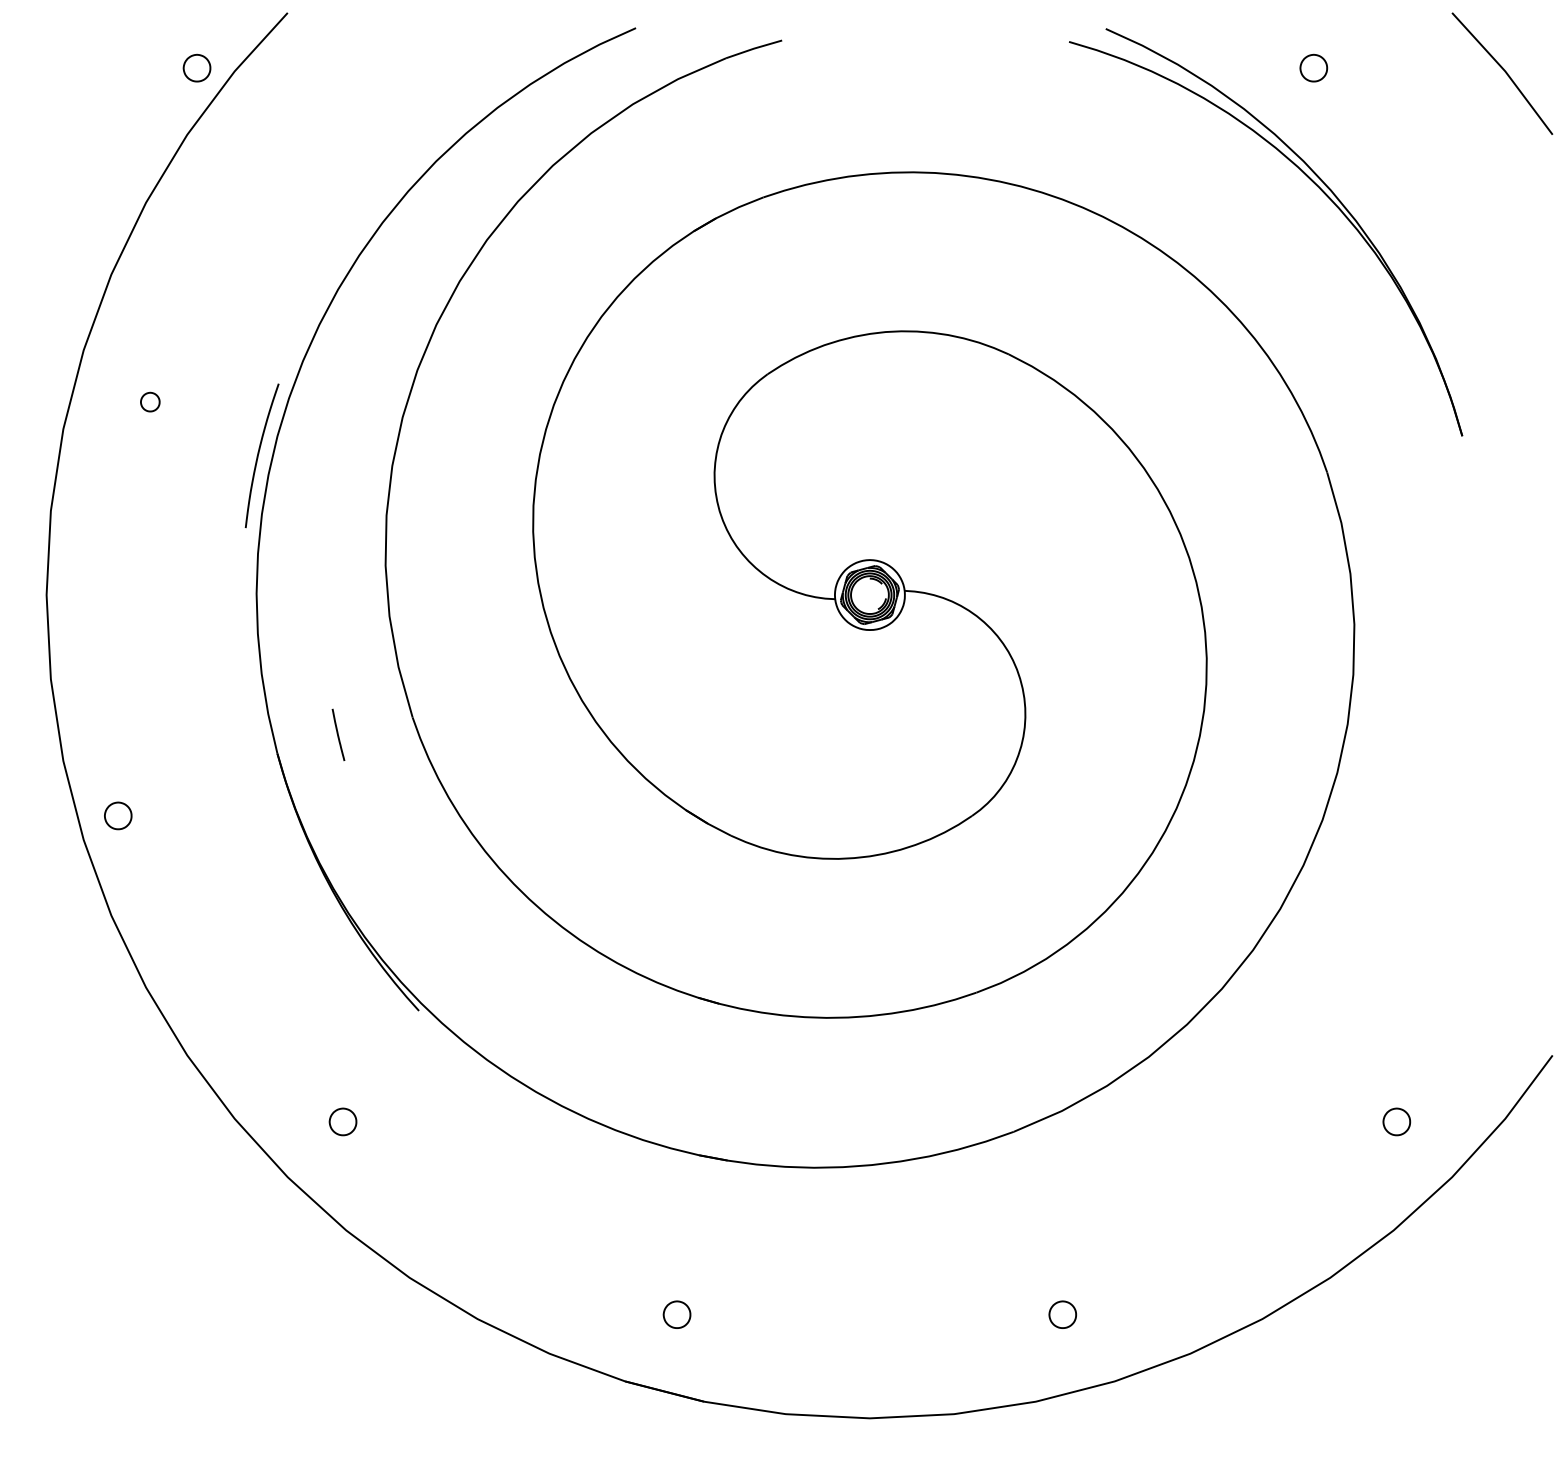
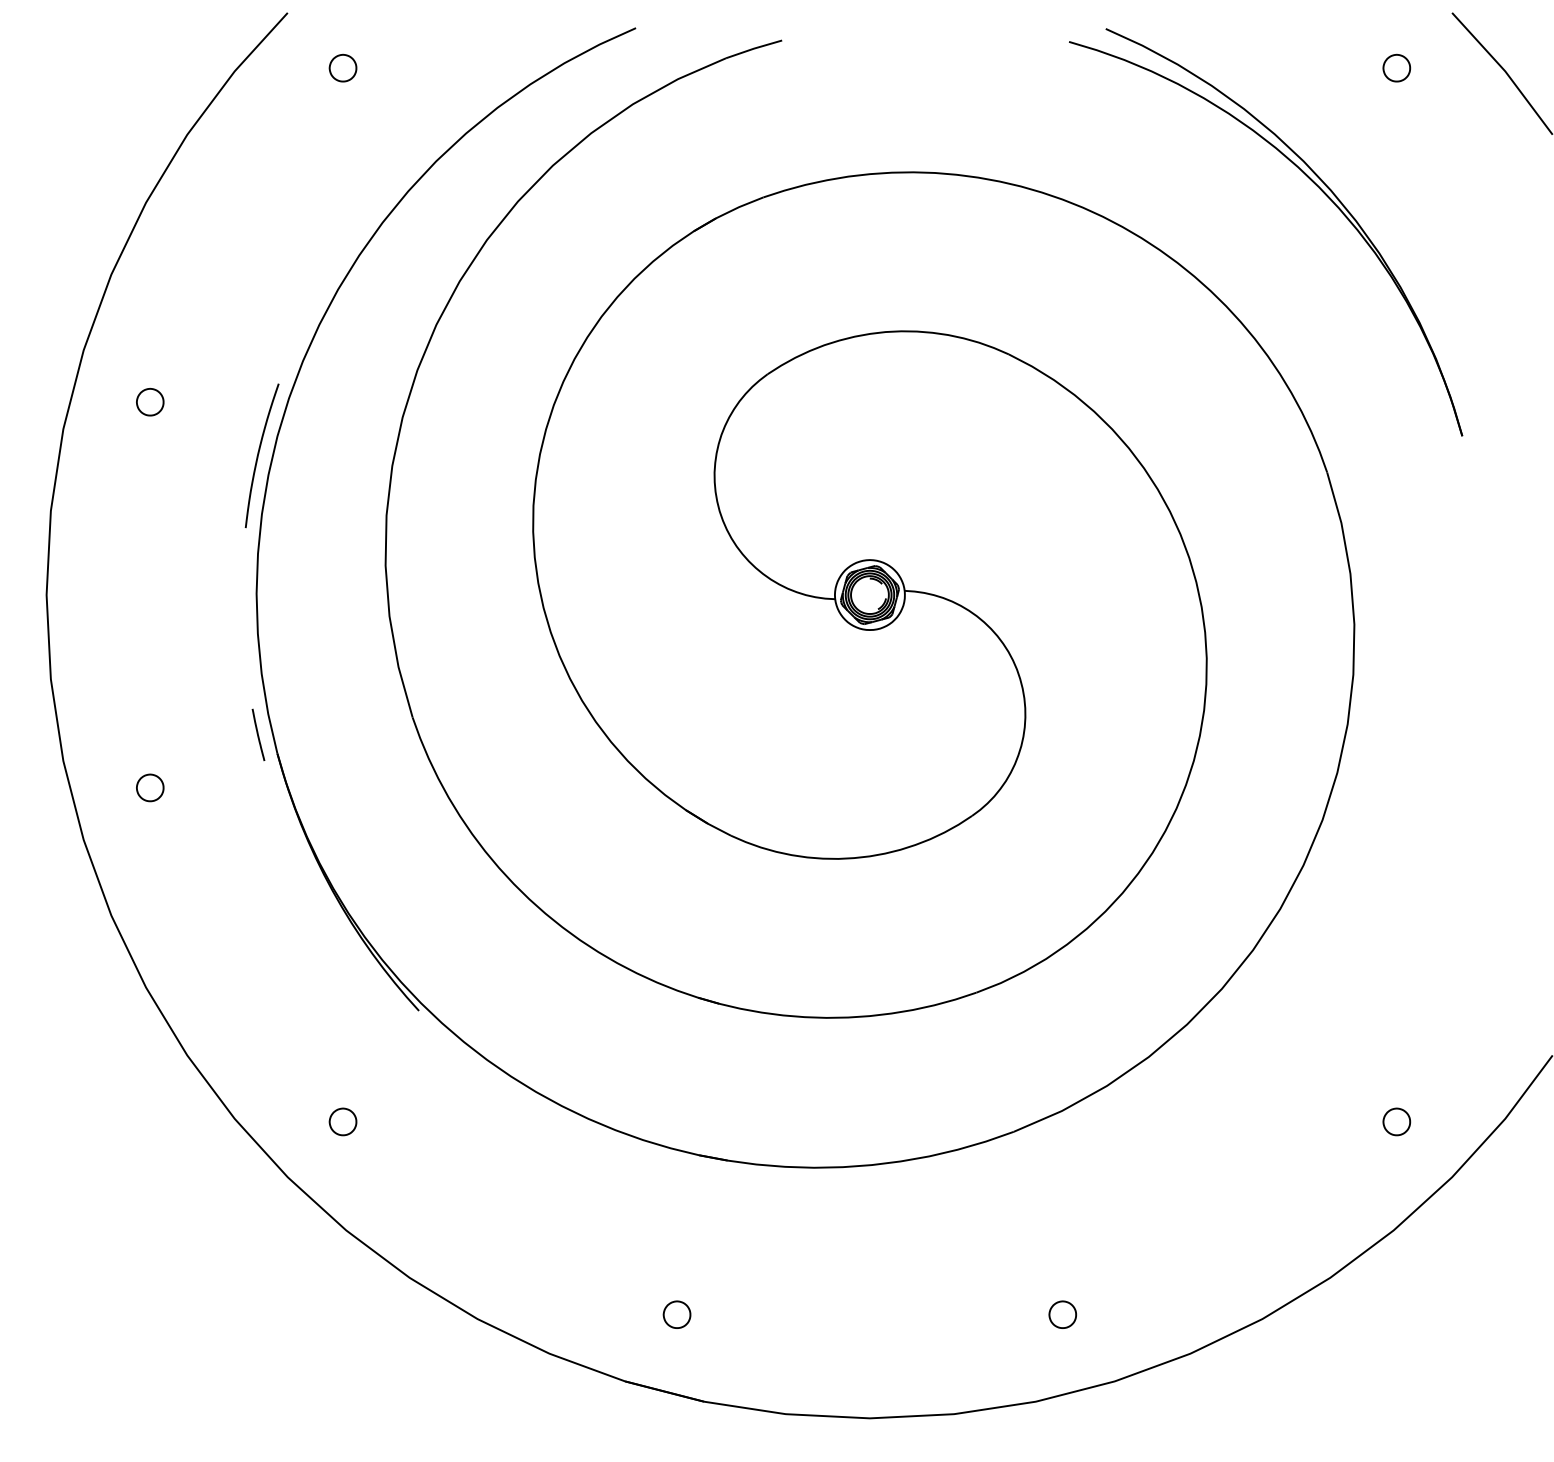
part at (196, 67) position: (196, 67) -> (342, 67)
part at (1313, 67) position: (1313, 67) -> (1396, 67)
part at (150, 401) size: 21x22 px -> 29x30 px
line at (338, 734) position: (338, 734) -> (258, 734)
part at (118, 815) position: (118, 815) -> (150, 787)
